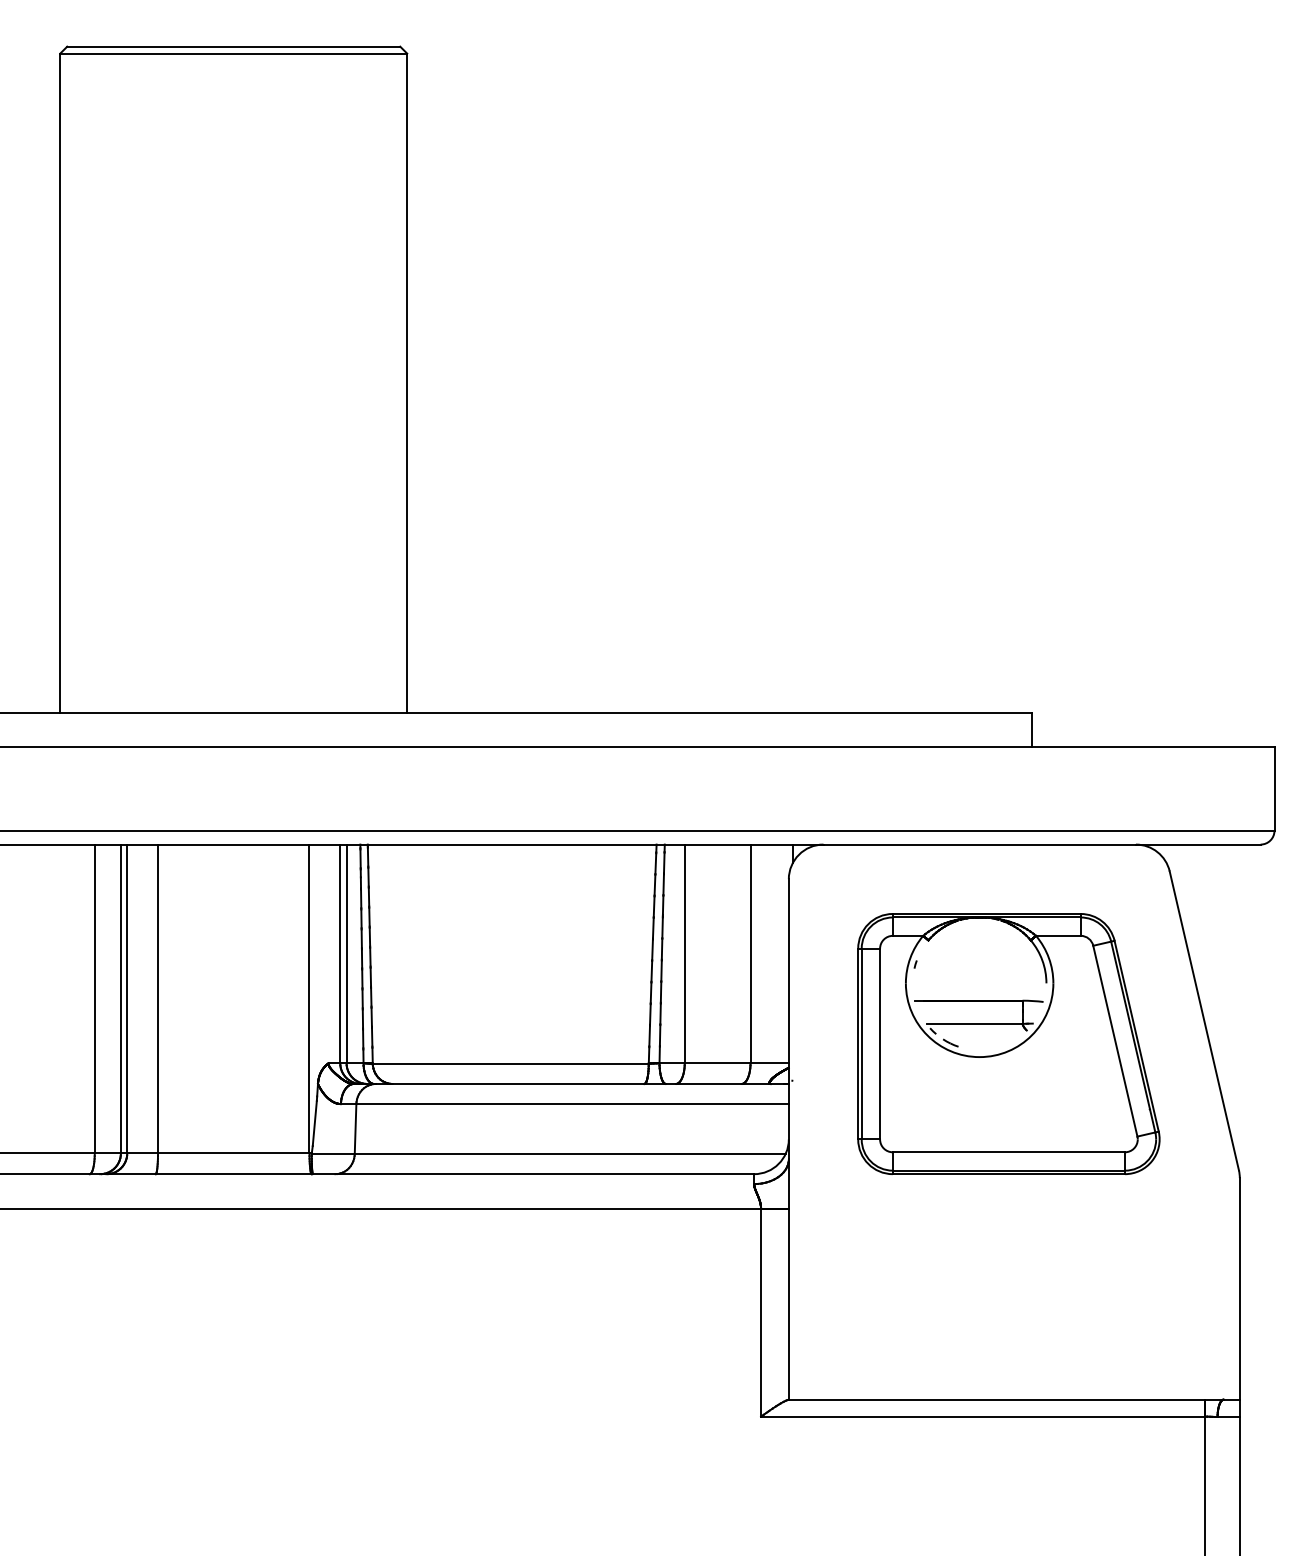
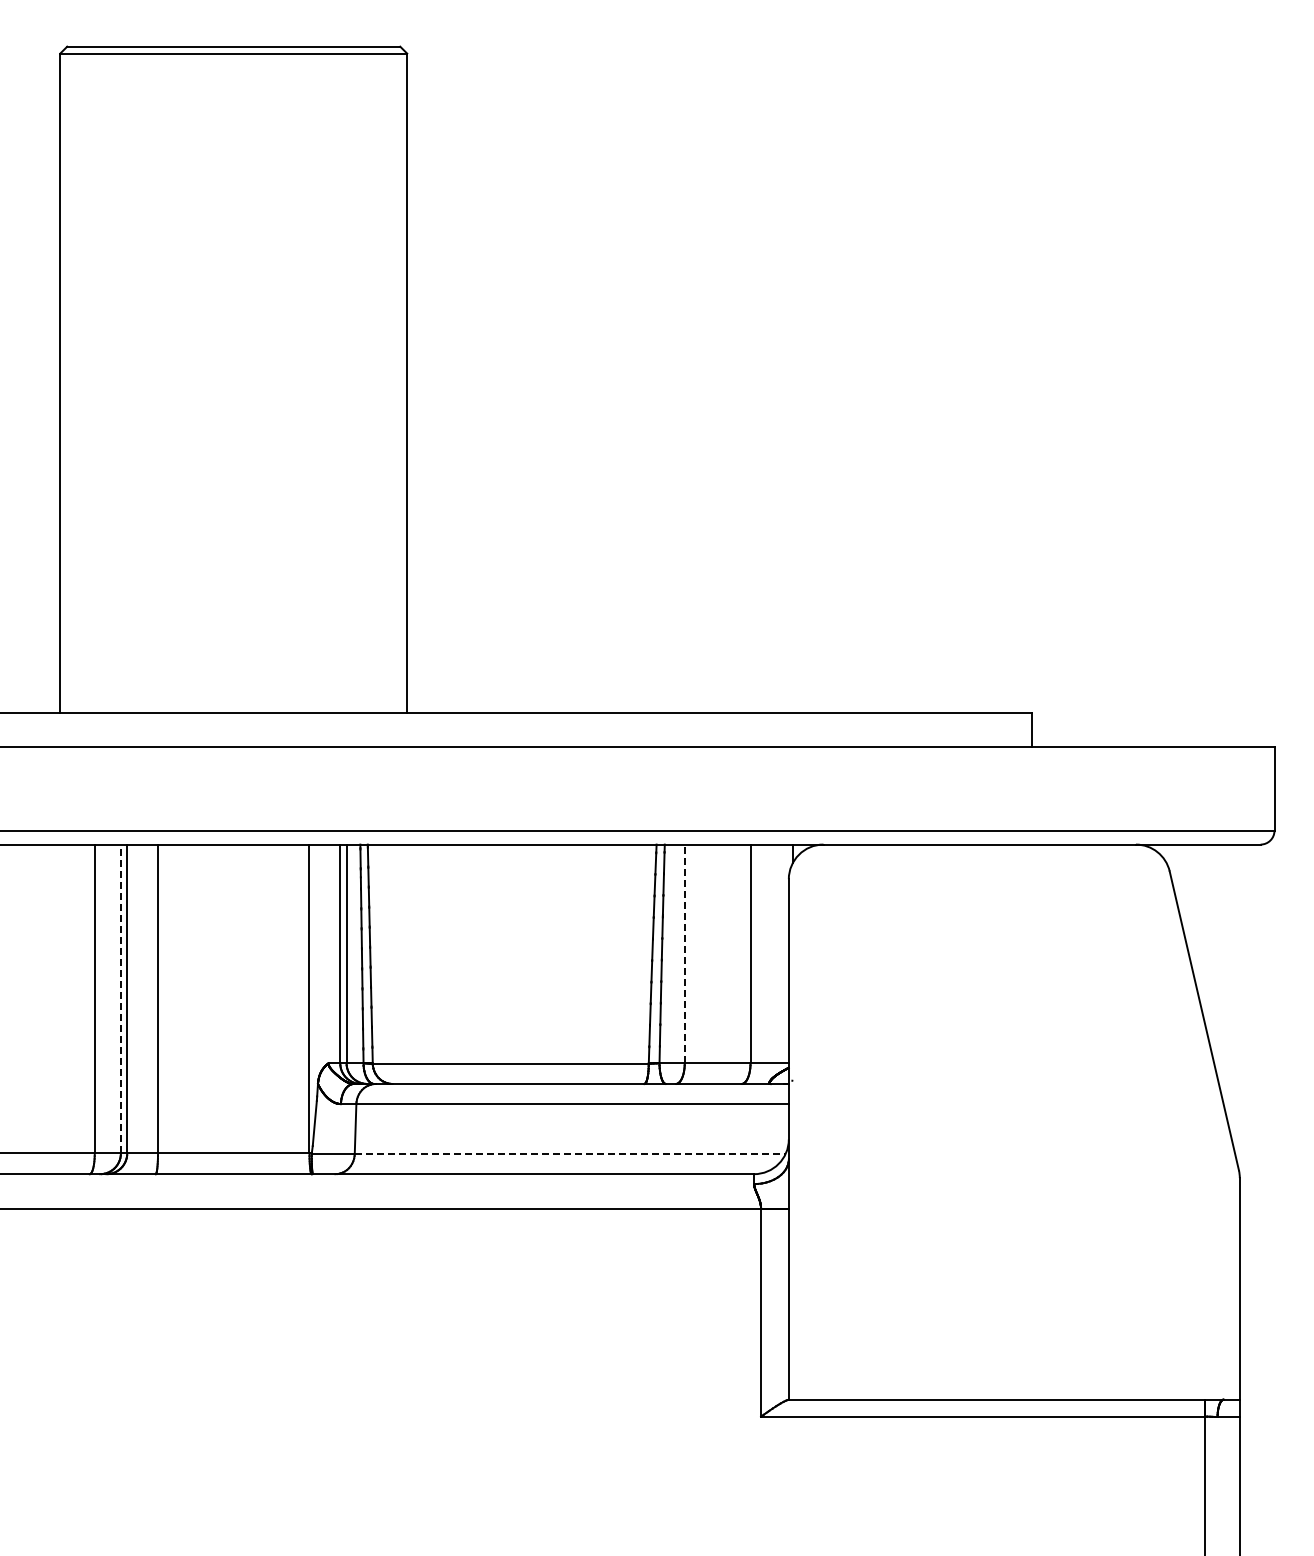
line at (684, 953): solid -> dashed
line at (120, 998): solid -> dashed
part at (1008, 1044): present -> none
line at (570, 1154): solid -> dashed
